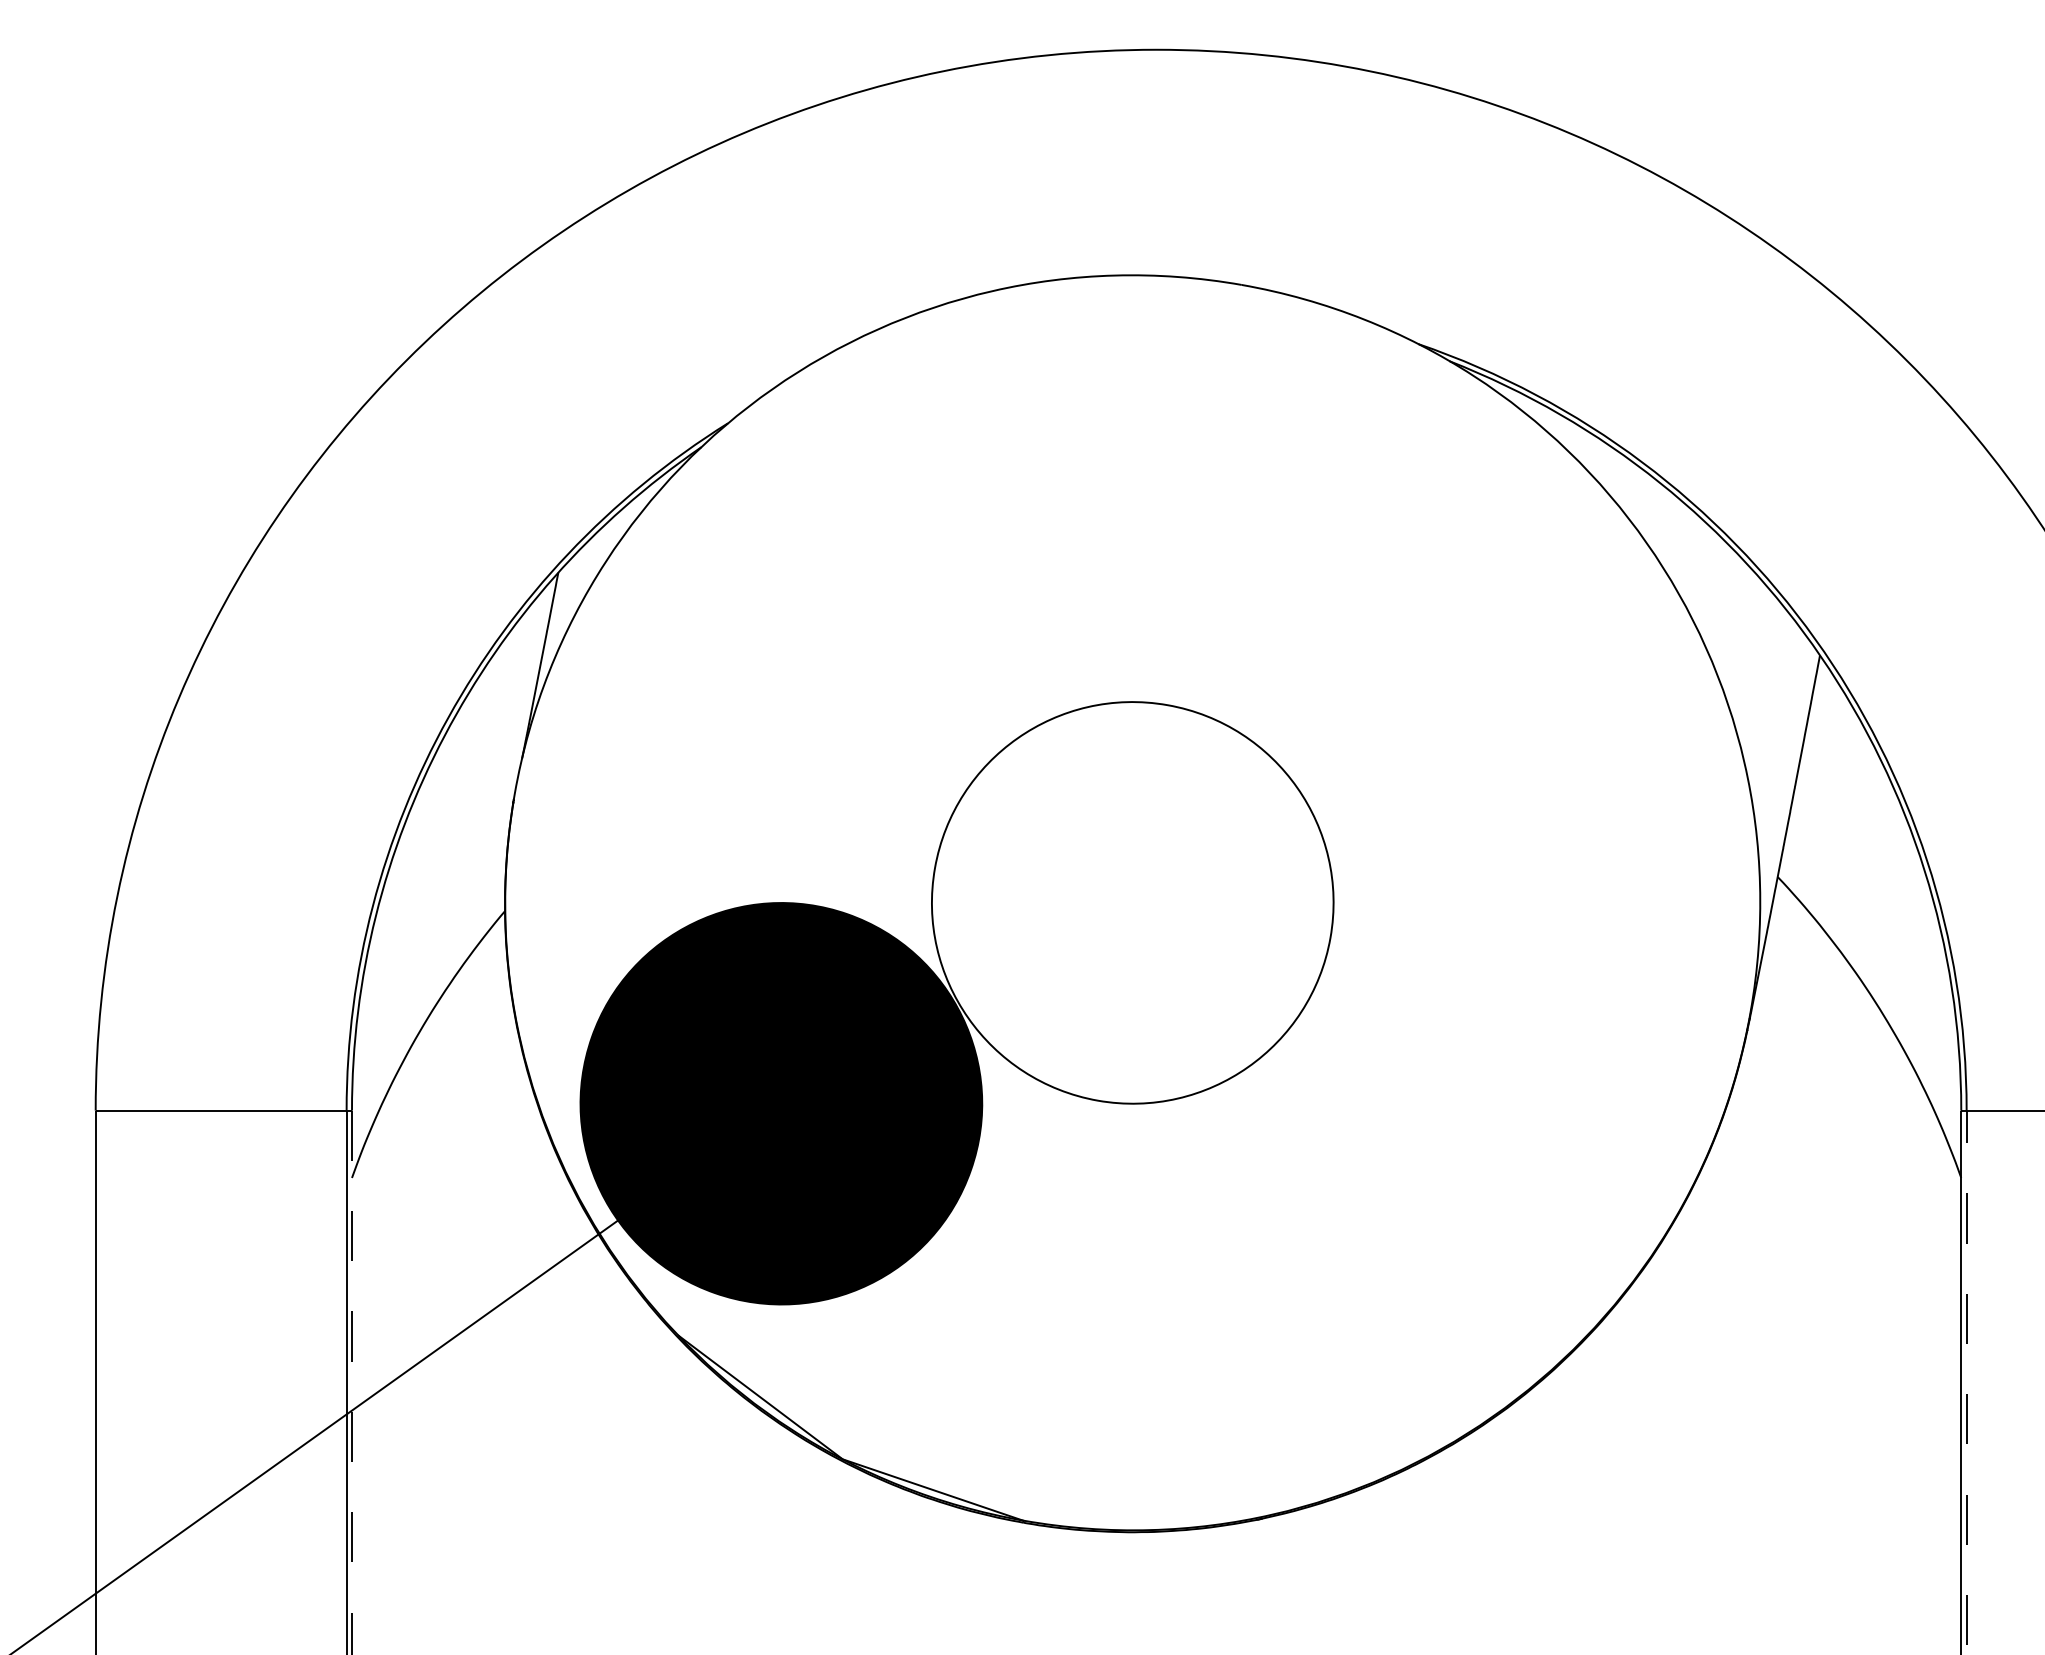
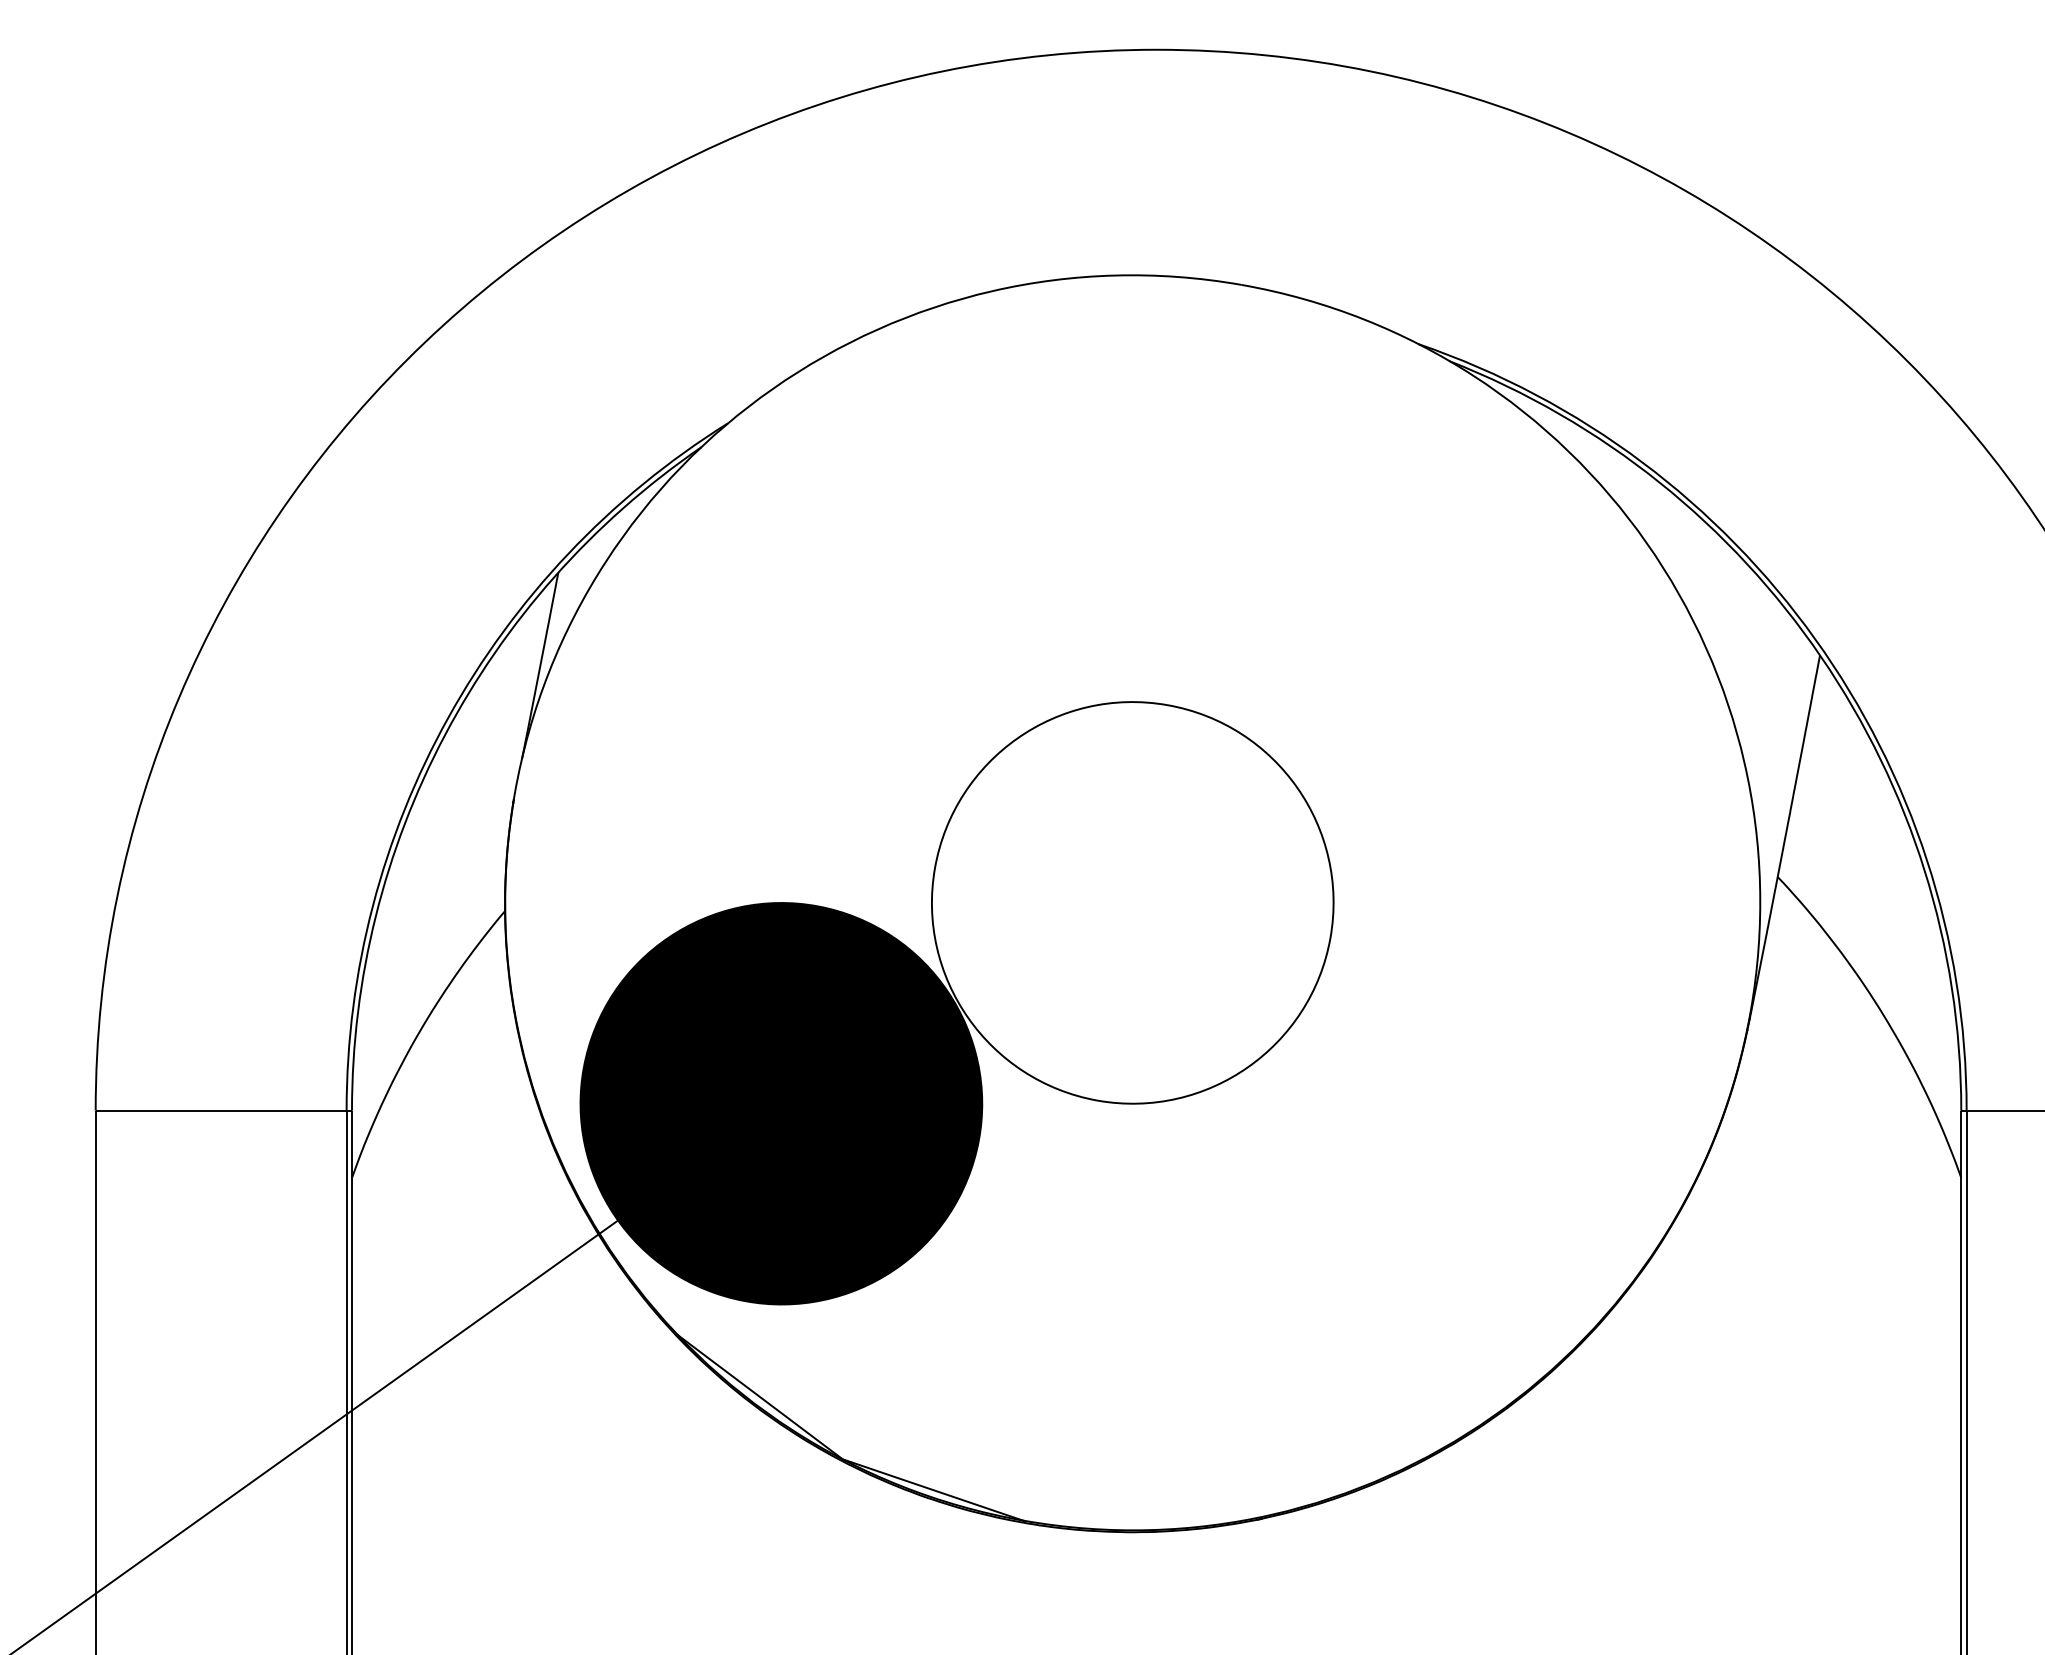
line at (352, 1382): dashed -> solid
line at (1966, 1382): dashed -> solid
